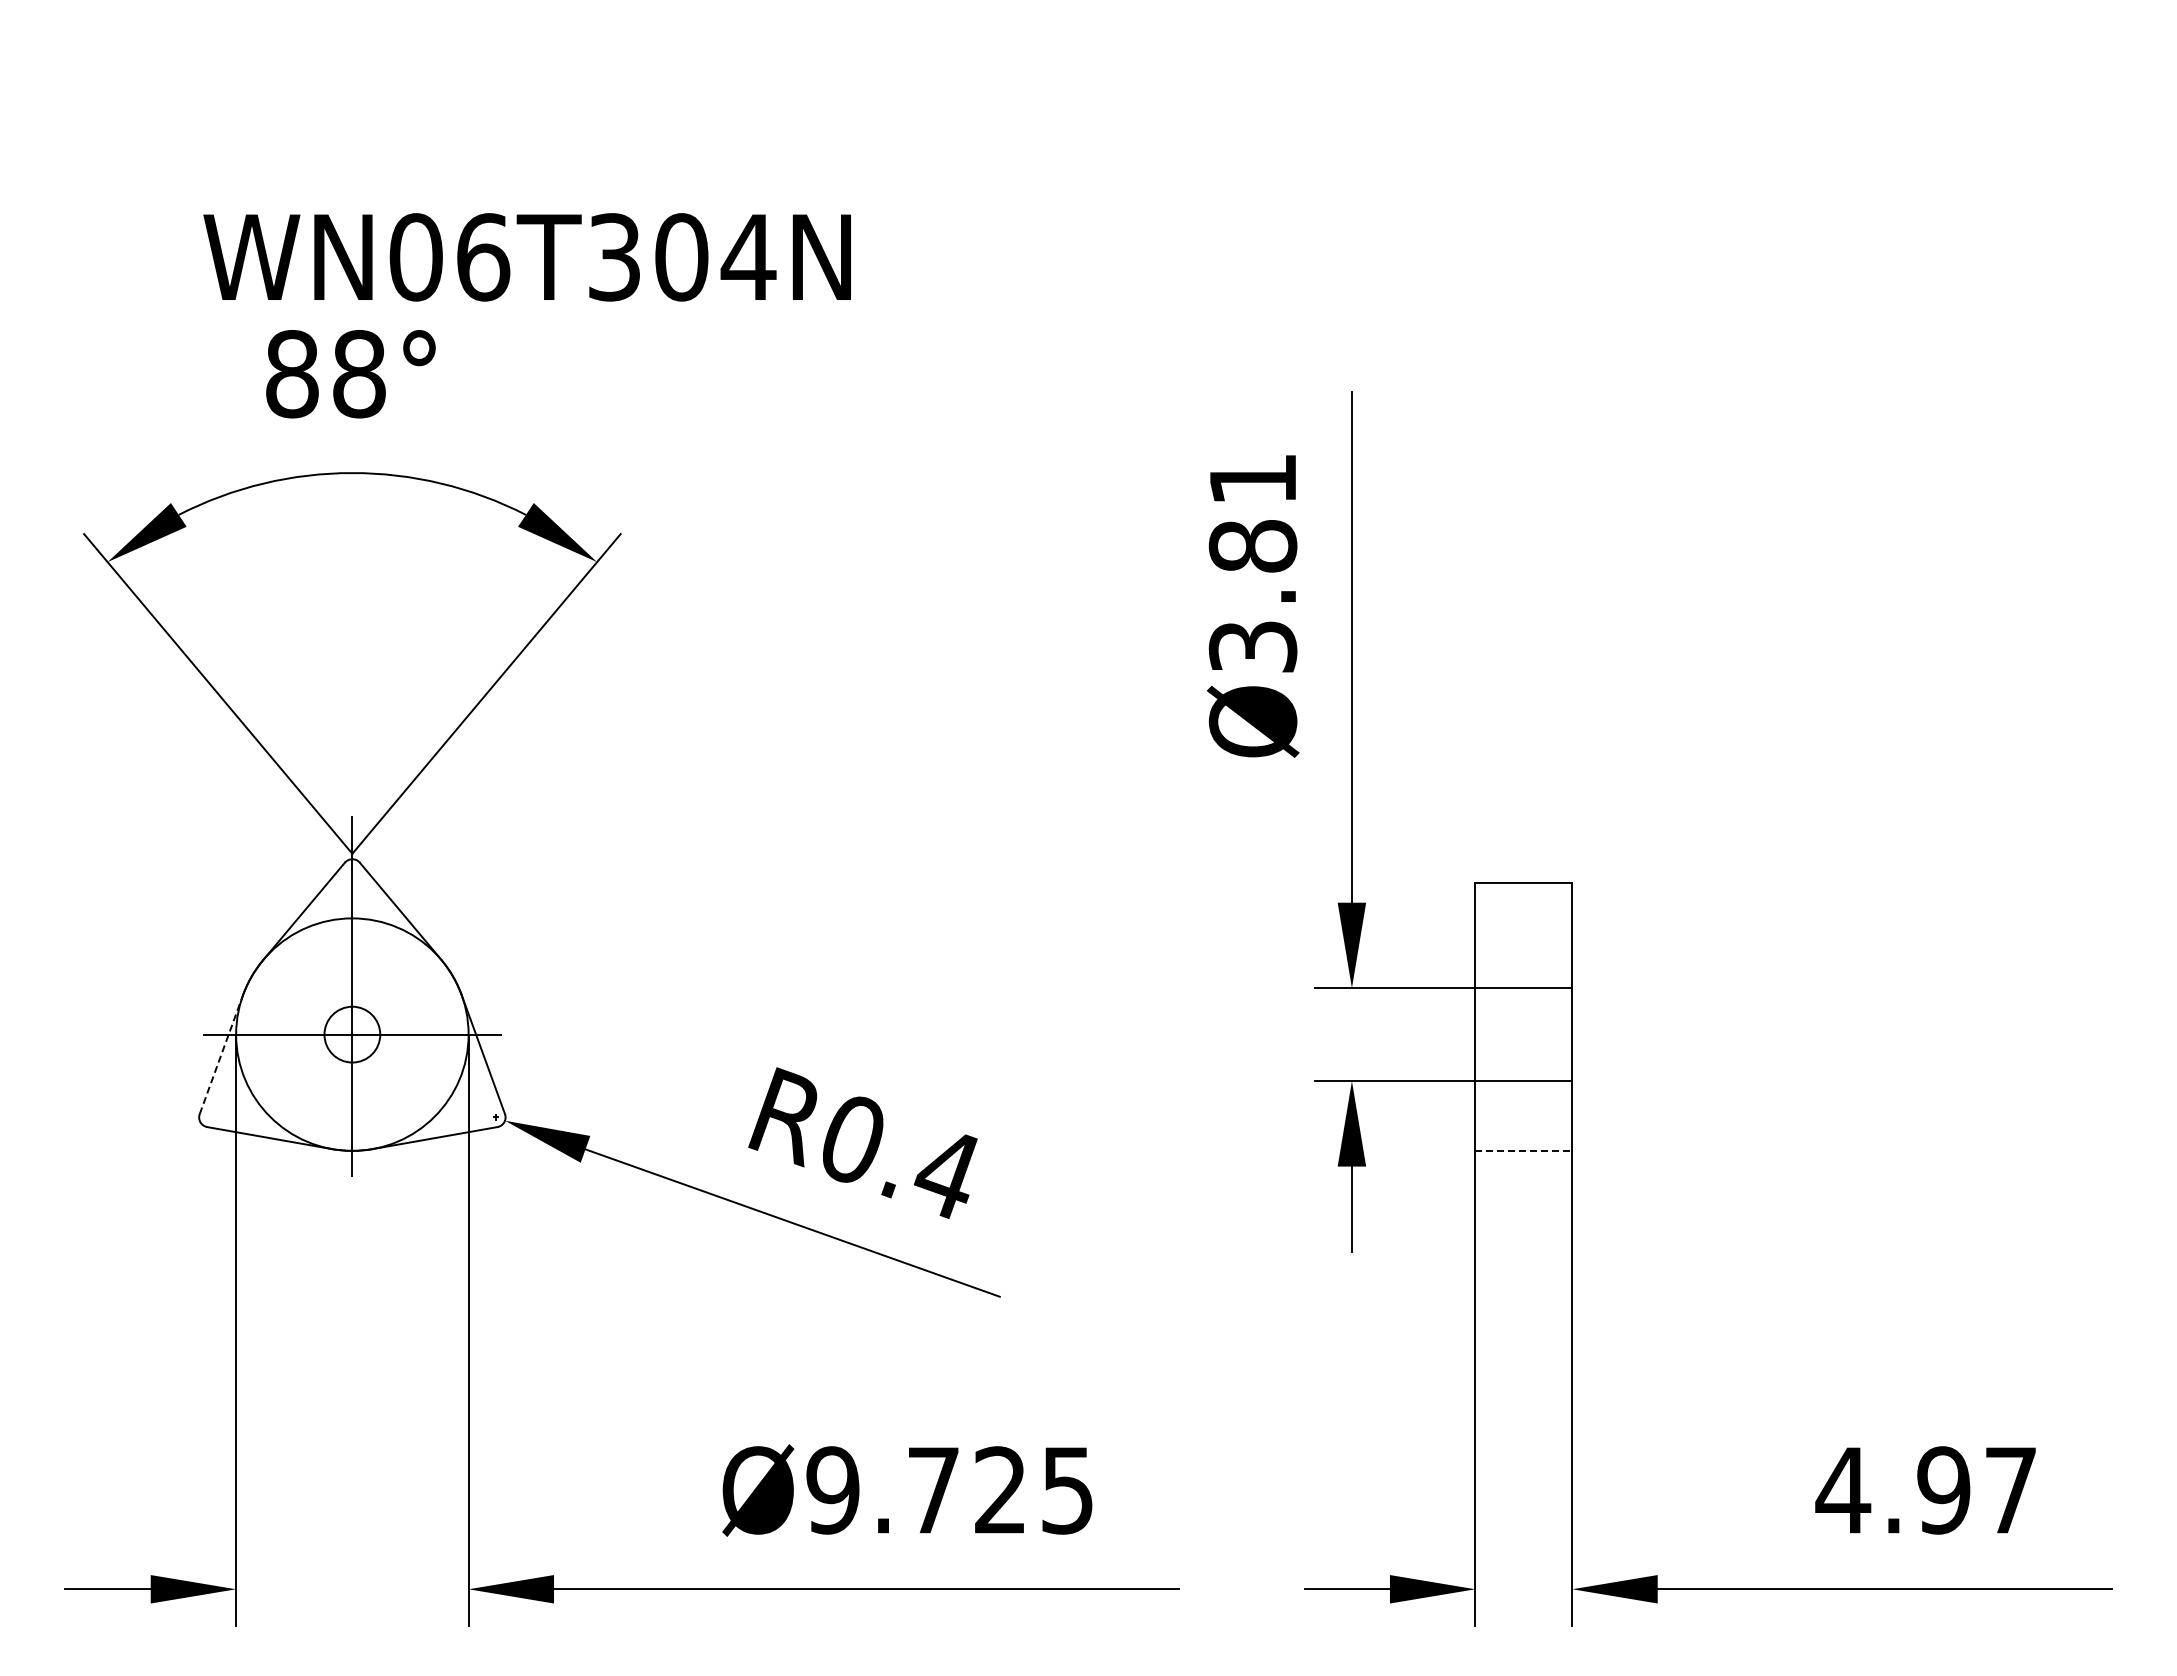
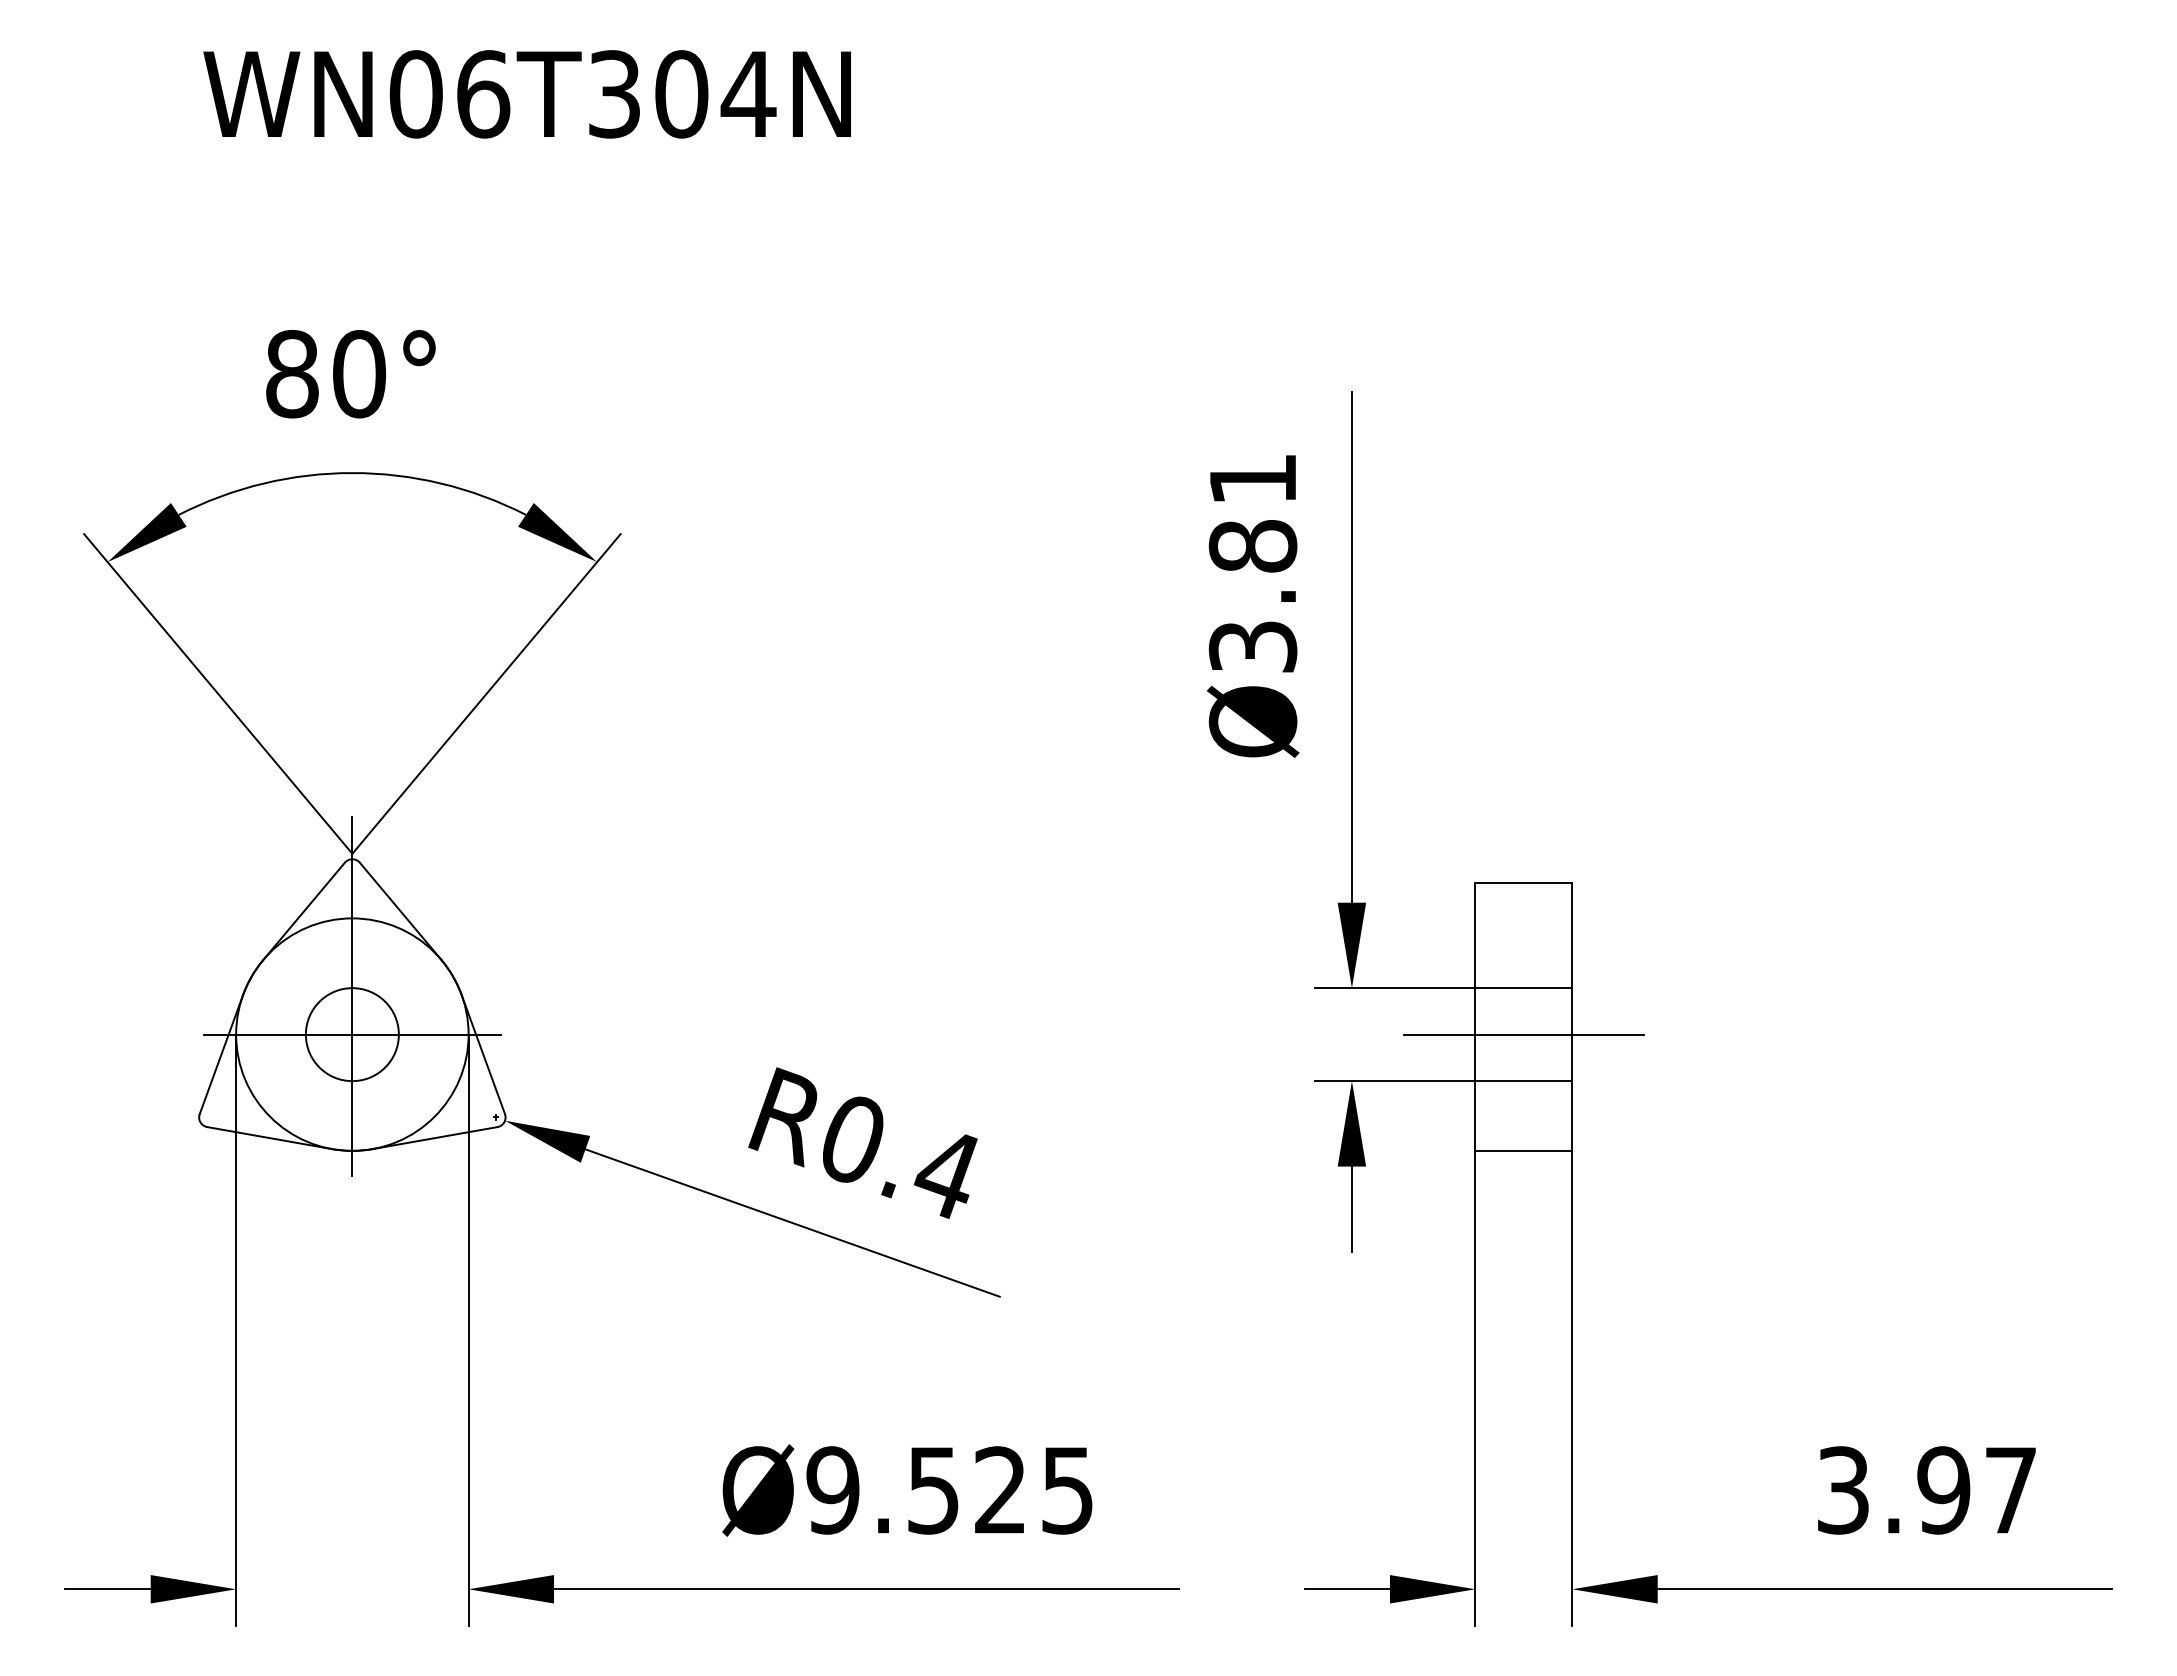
text at (526, 257) position: (526, 257) -> (526, 94)
text at (359, 374): 88° -> 80°
circle at (352, 1034) diameter: 56 px -> 93 px
line at (1523, 1034): none -> present
line at (221, 1054): dashed -> solid
line at (1524, 1150): dashed -> solid
text at (933, 1490): Ø9.725 -> Ø9.525
text at (1843, 1490): 4.97 -> 3.97
